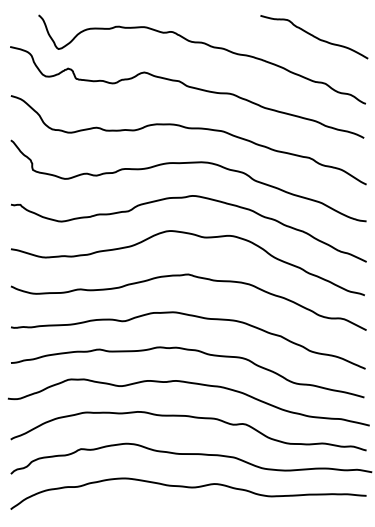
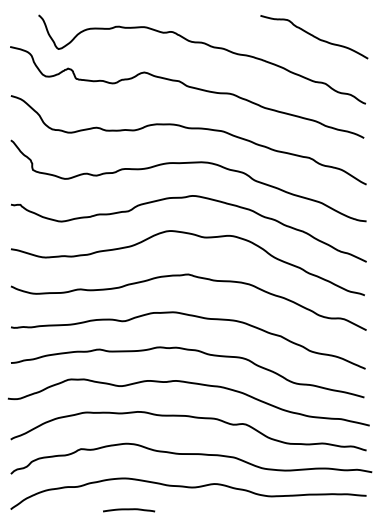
curve at (129, 510): none -> present
